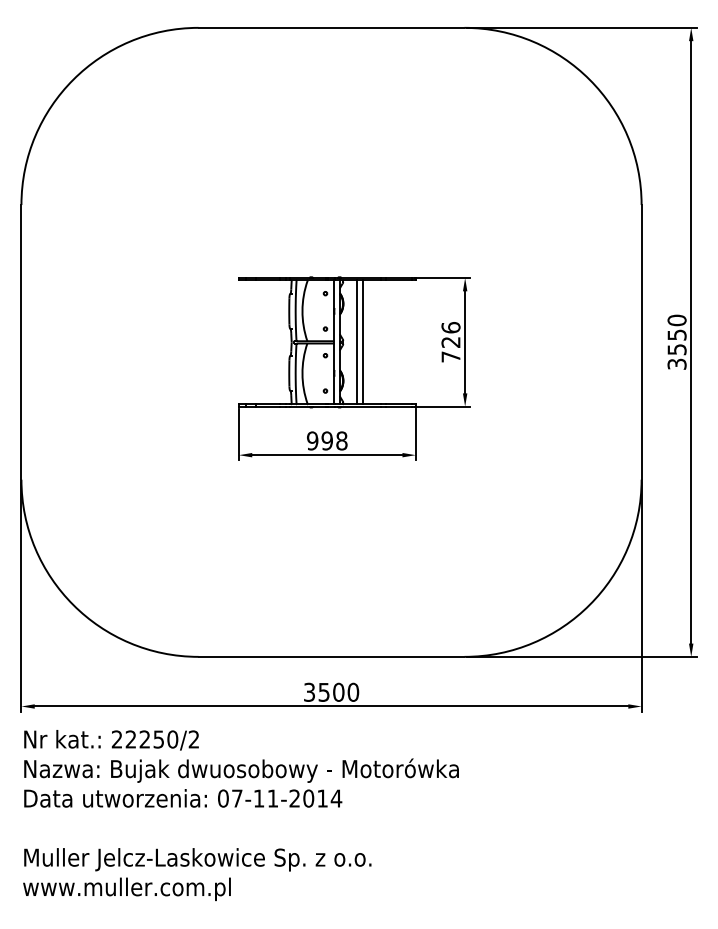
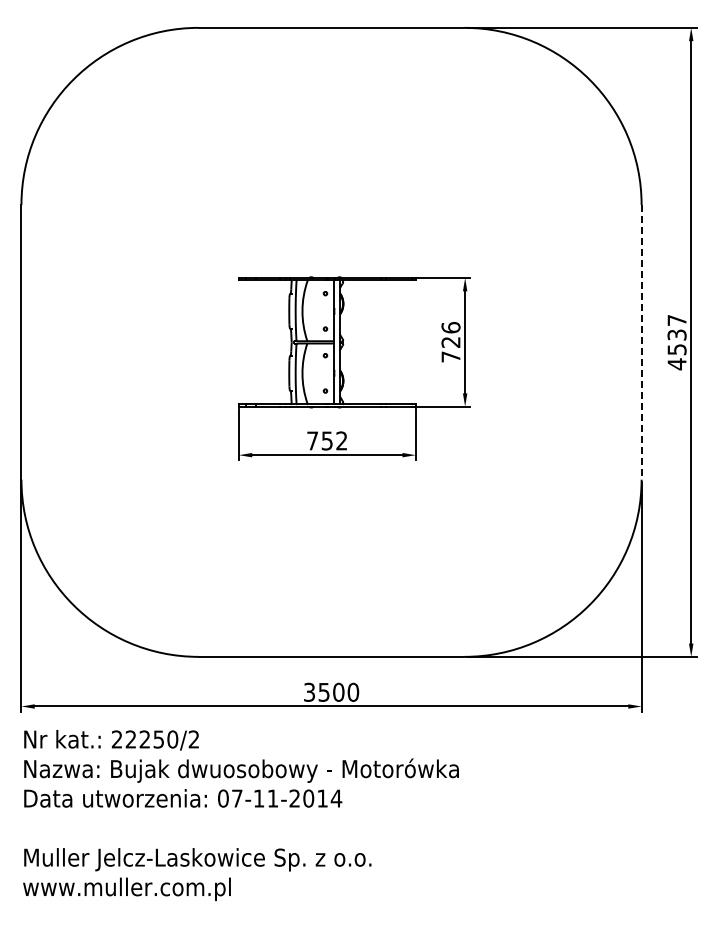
line at (357, 342): present -> none
line at (362, 342): present -> none
line at (641, 342): solid -> dashed
text at (676, 342): 3550 -> 4537
text at (327, 440): 998 -> 752
